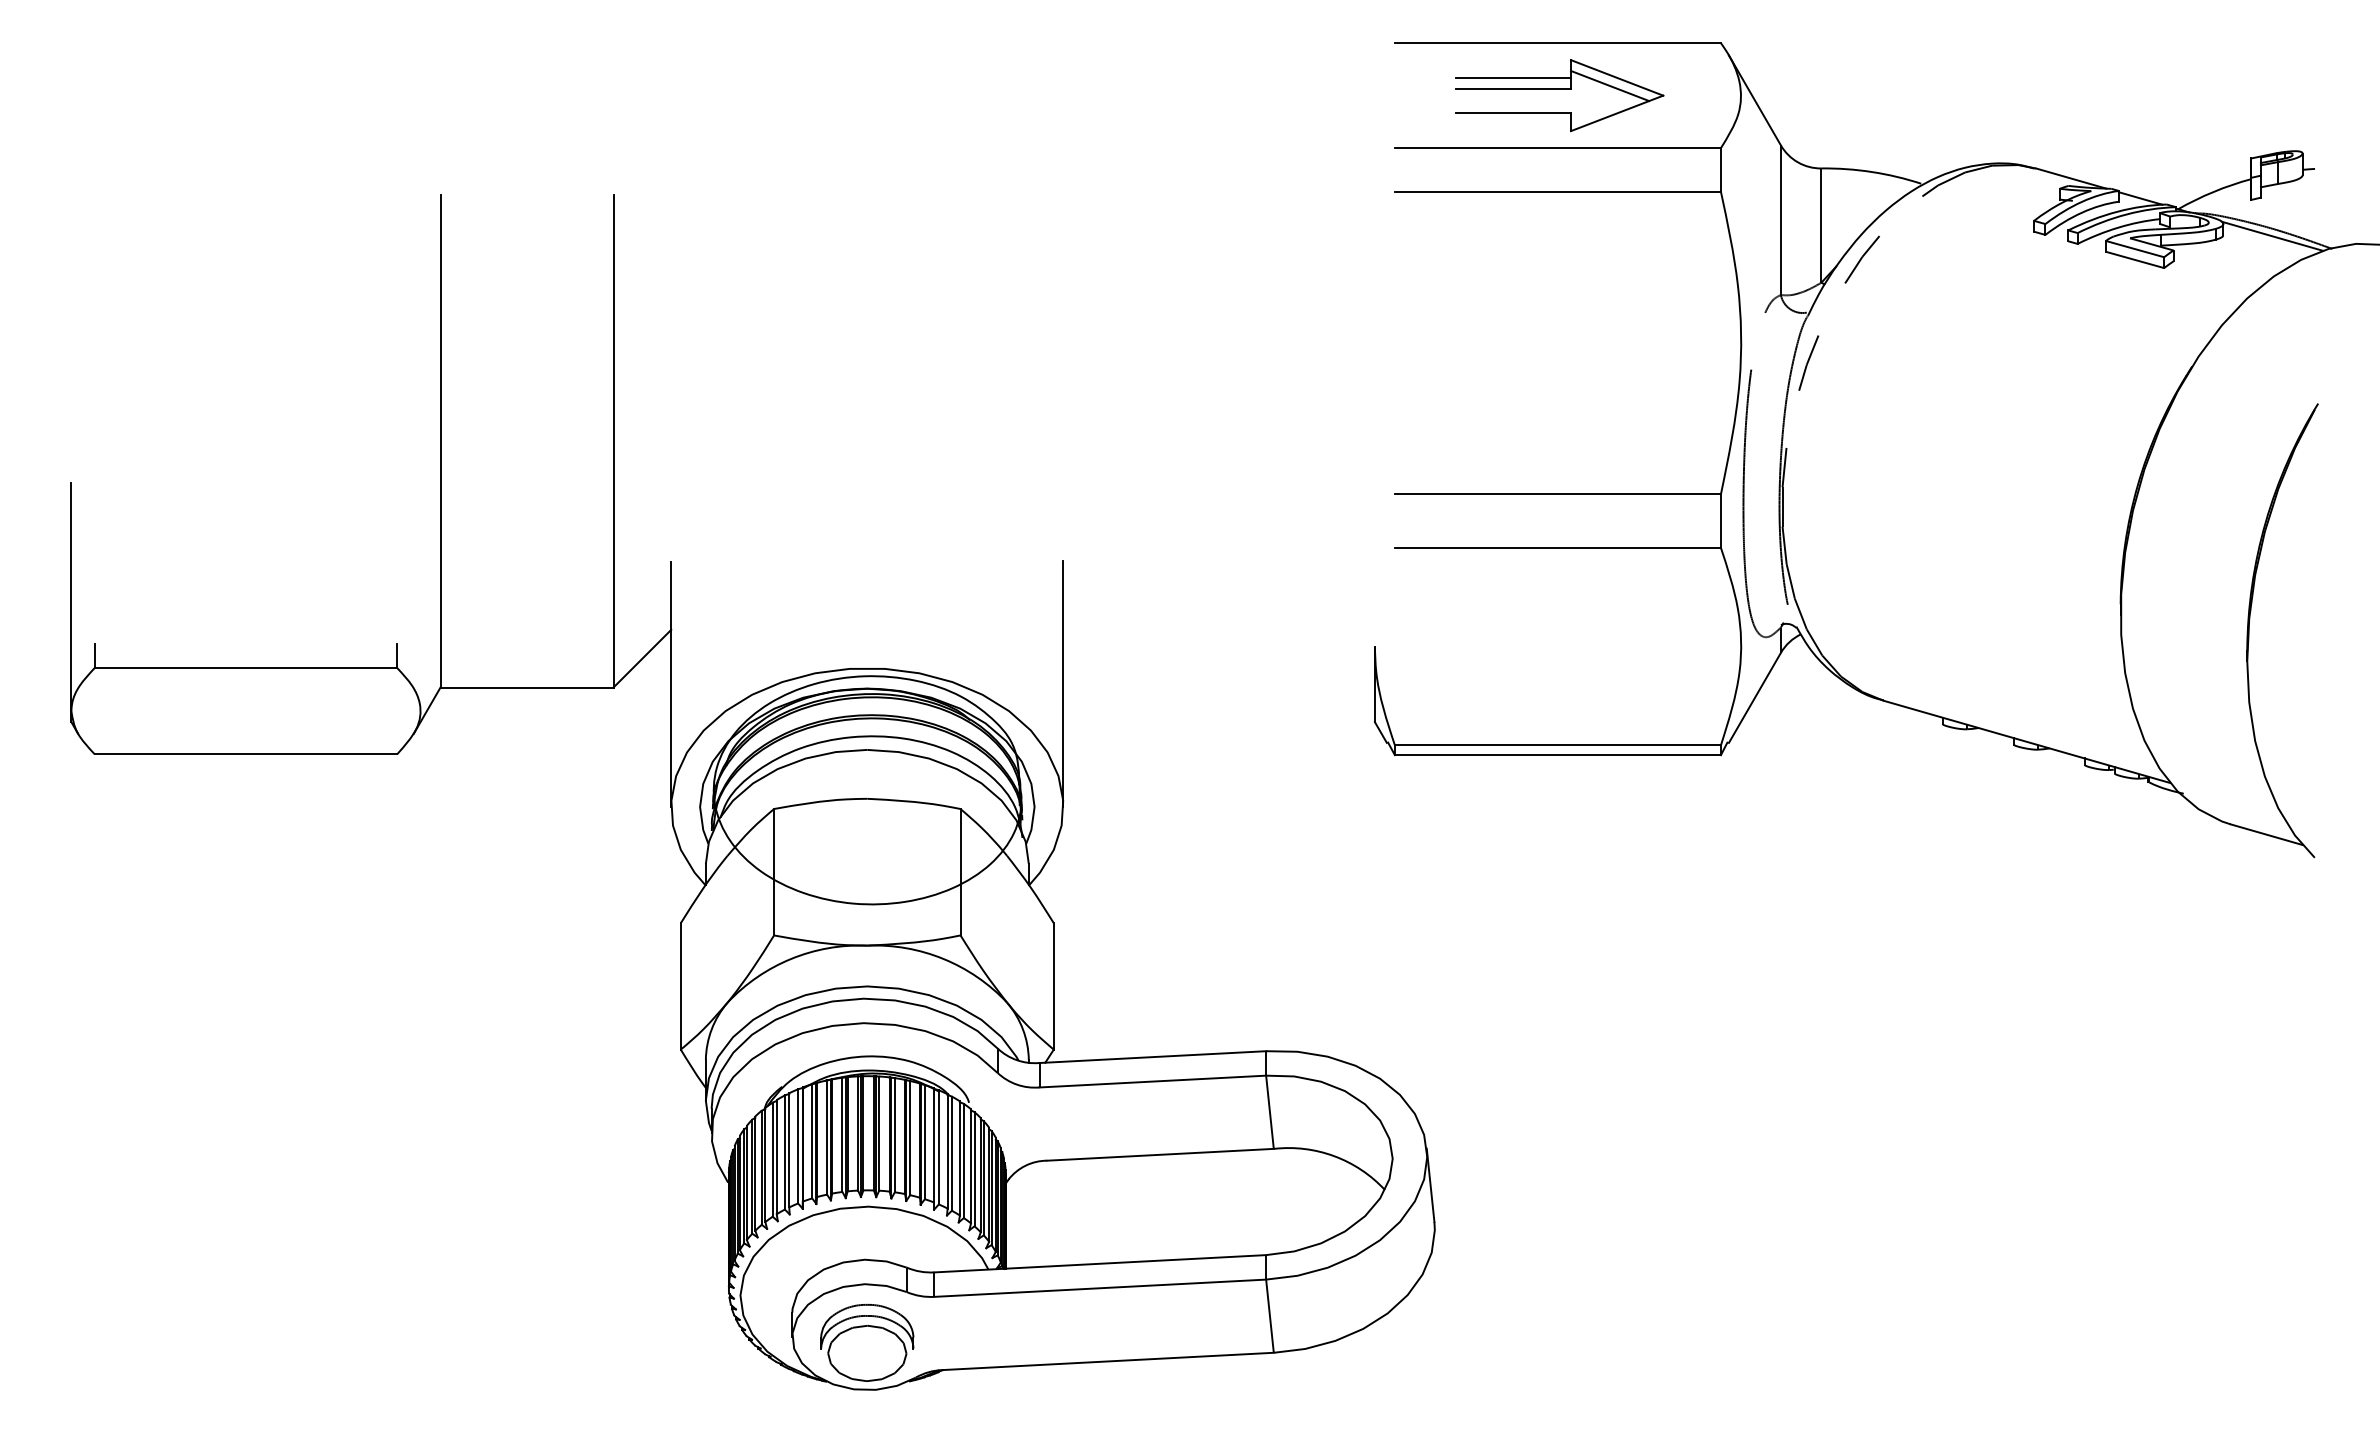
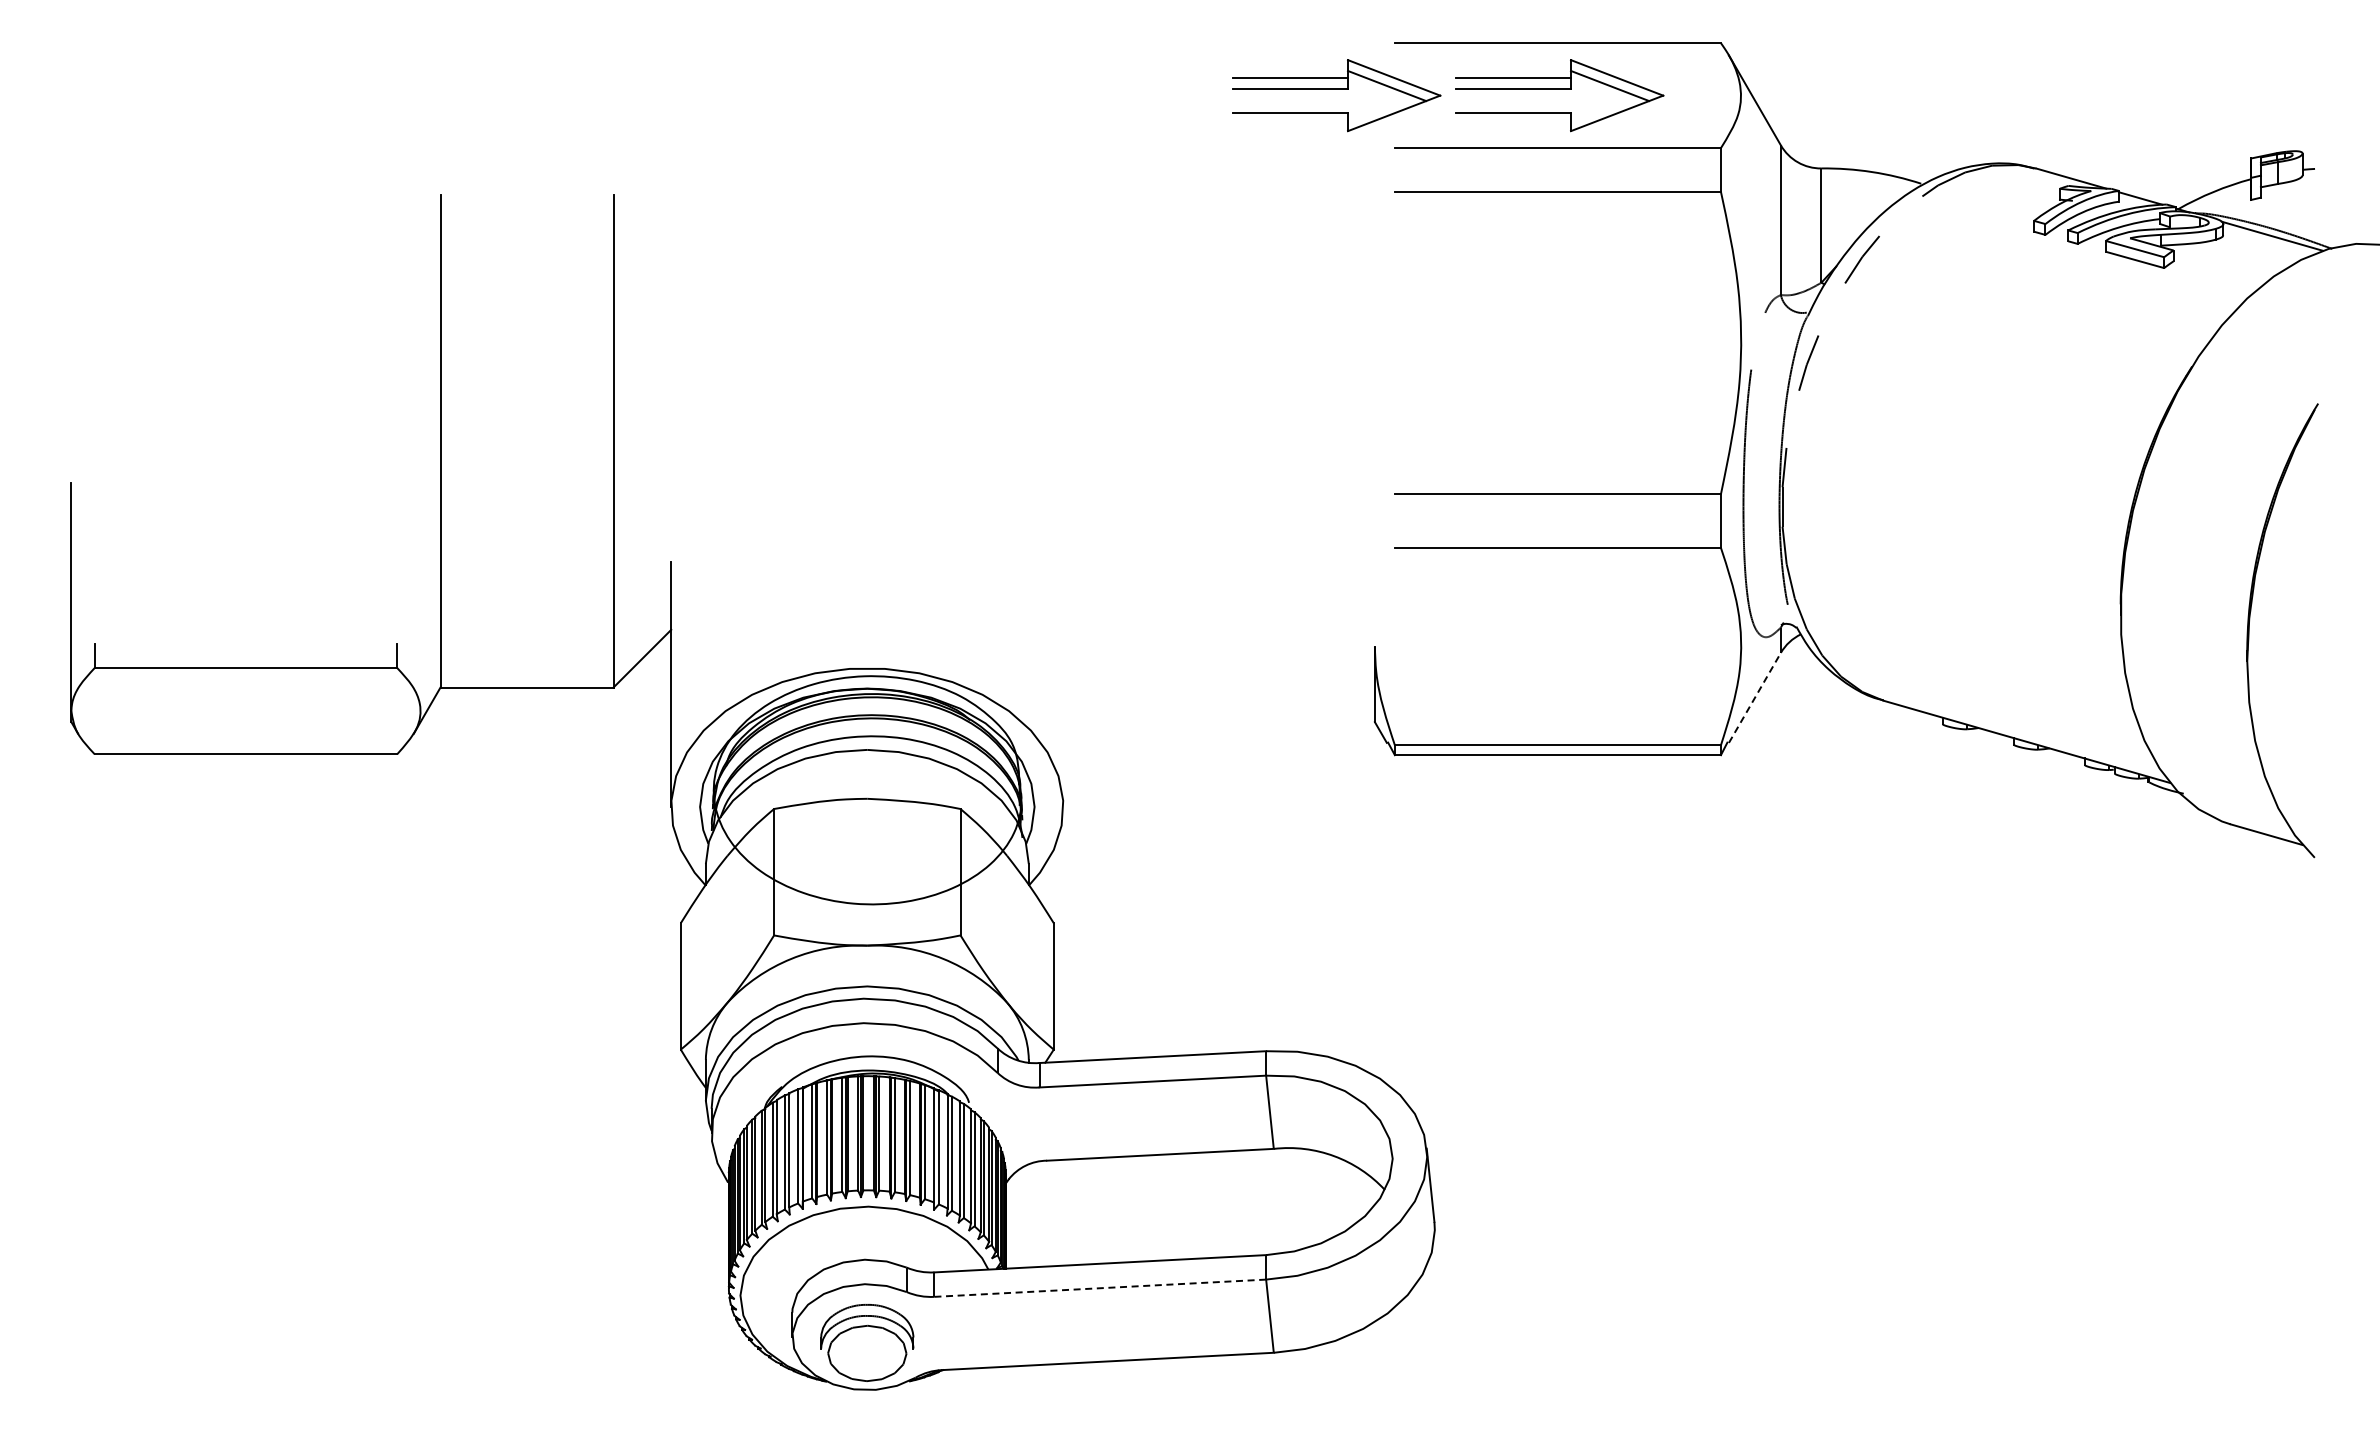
part at (1336, 95): none -> present
line at (1063, 683): present -> none
line at (1754, 697): solid -> dashed
line at (1100, 1288): solid -> dashed
